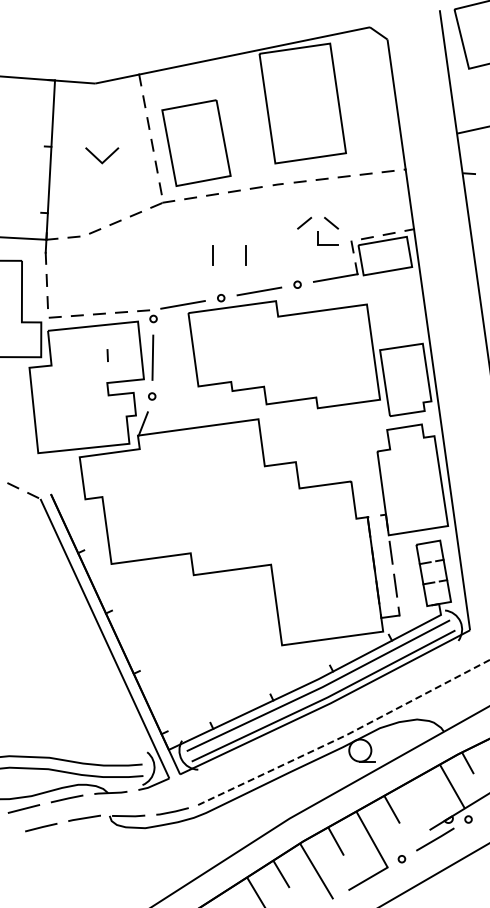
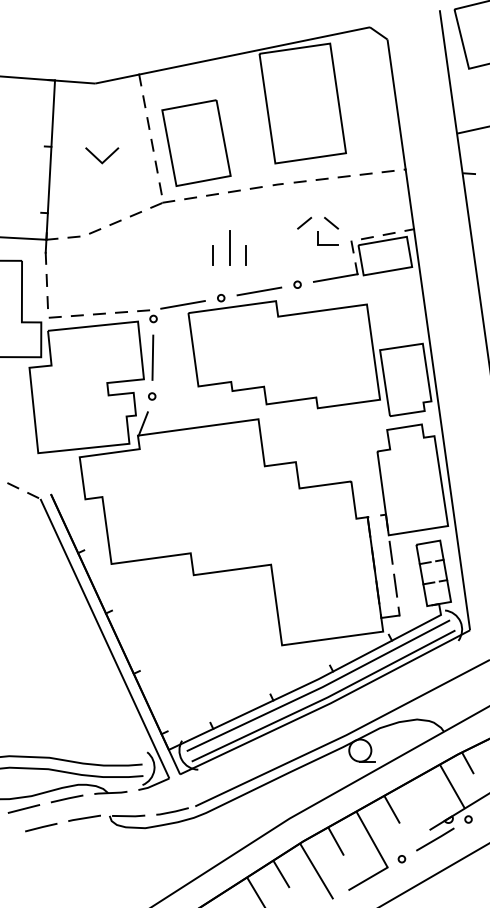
line at (229, 247): none -> present
line at (107, 355): present -> none
line at (344, 736): dashed -> solid
